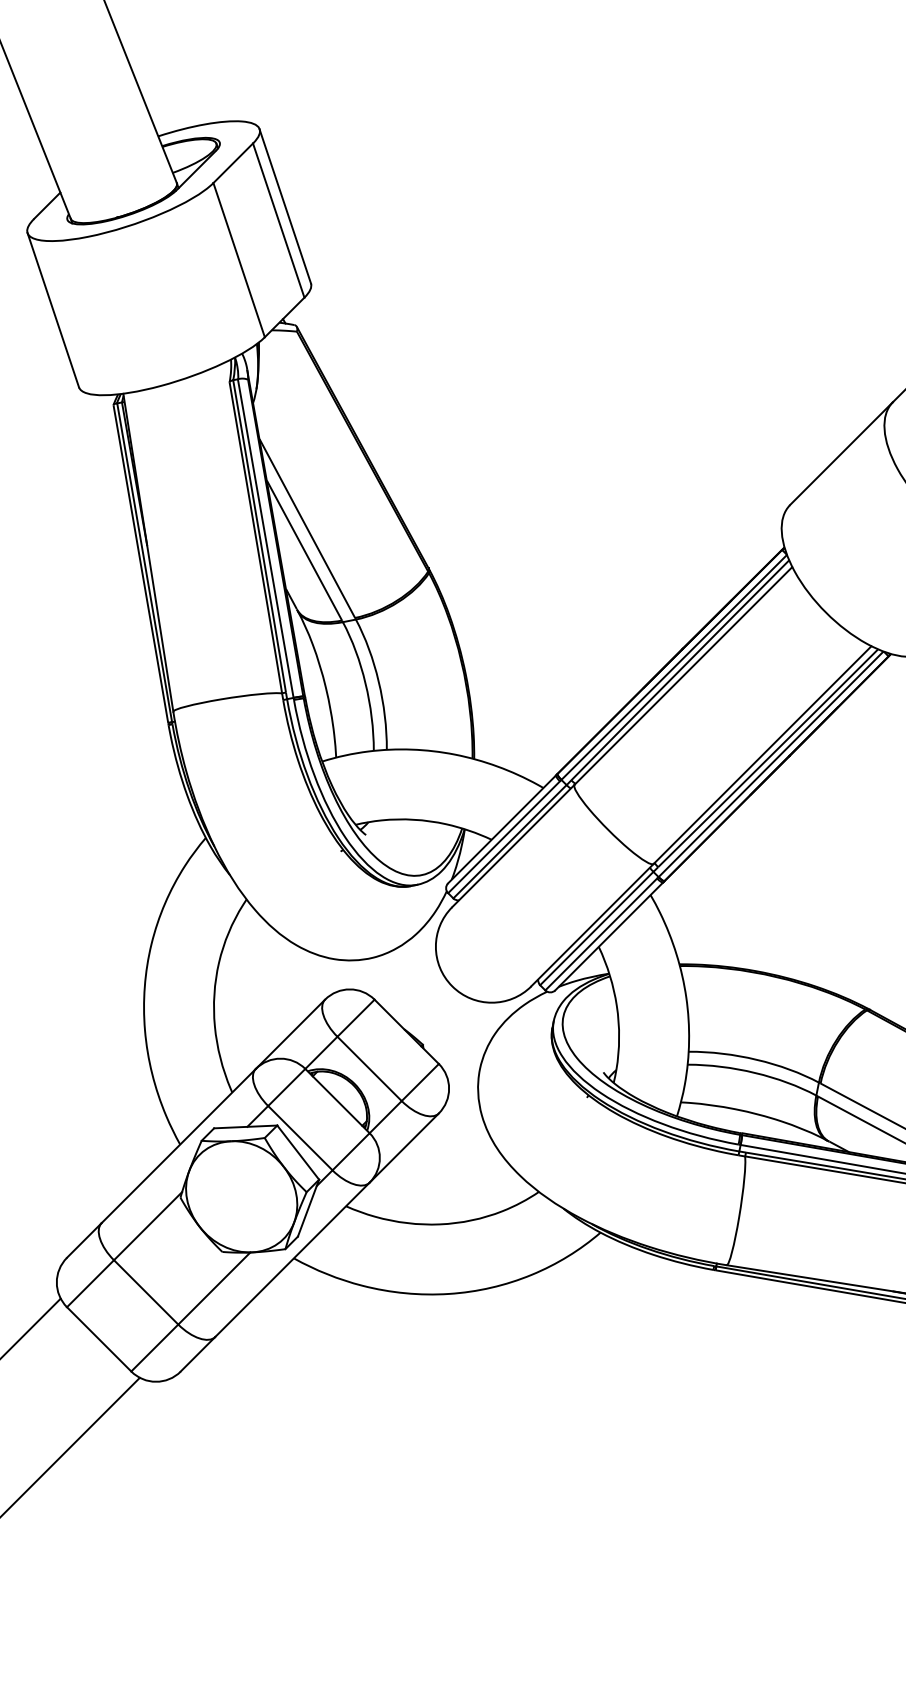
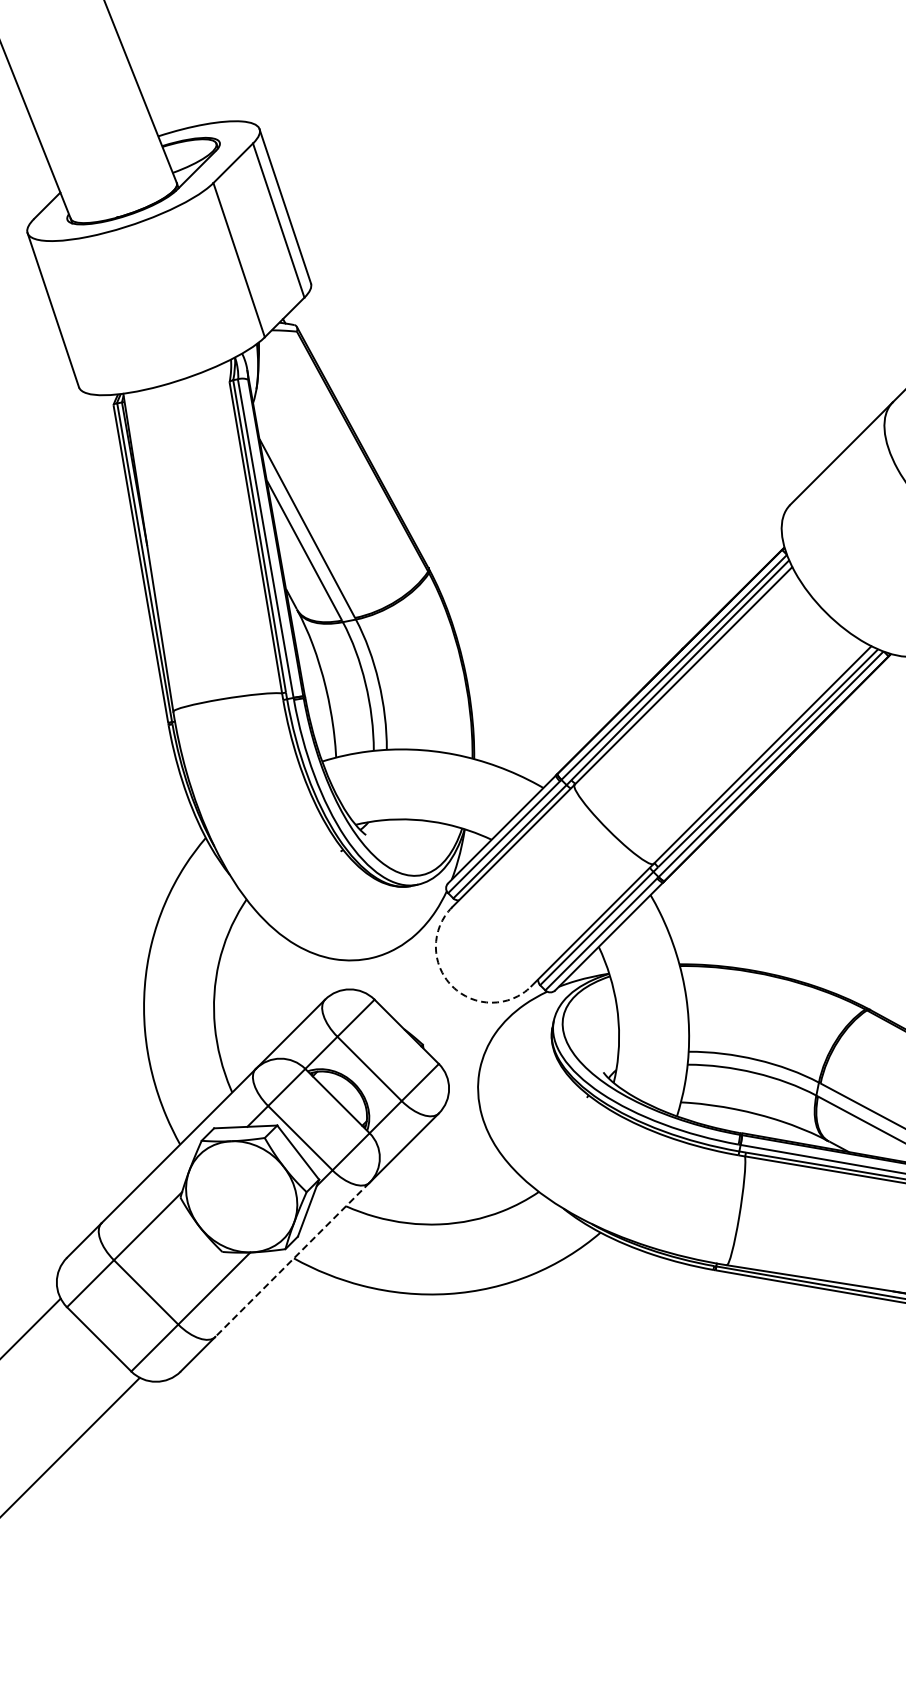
arc at (452, 986): solid -> dashed
line at (292, 1260): solid -> dashed
